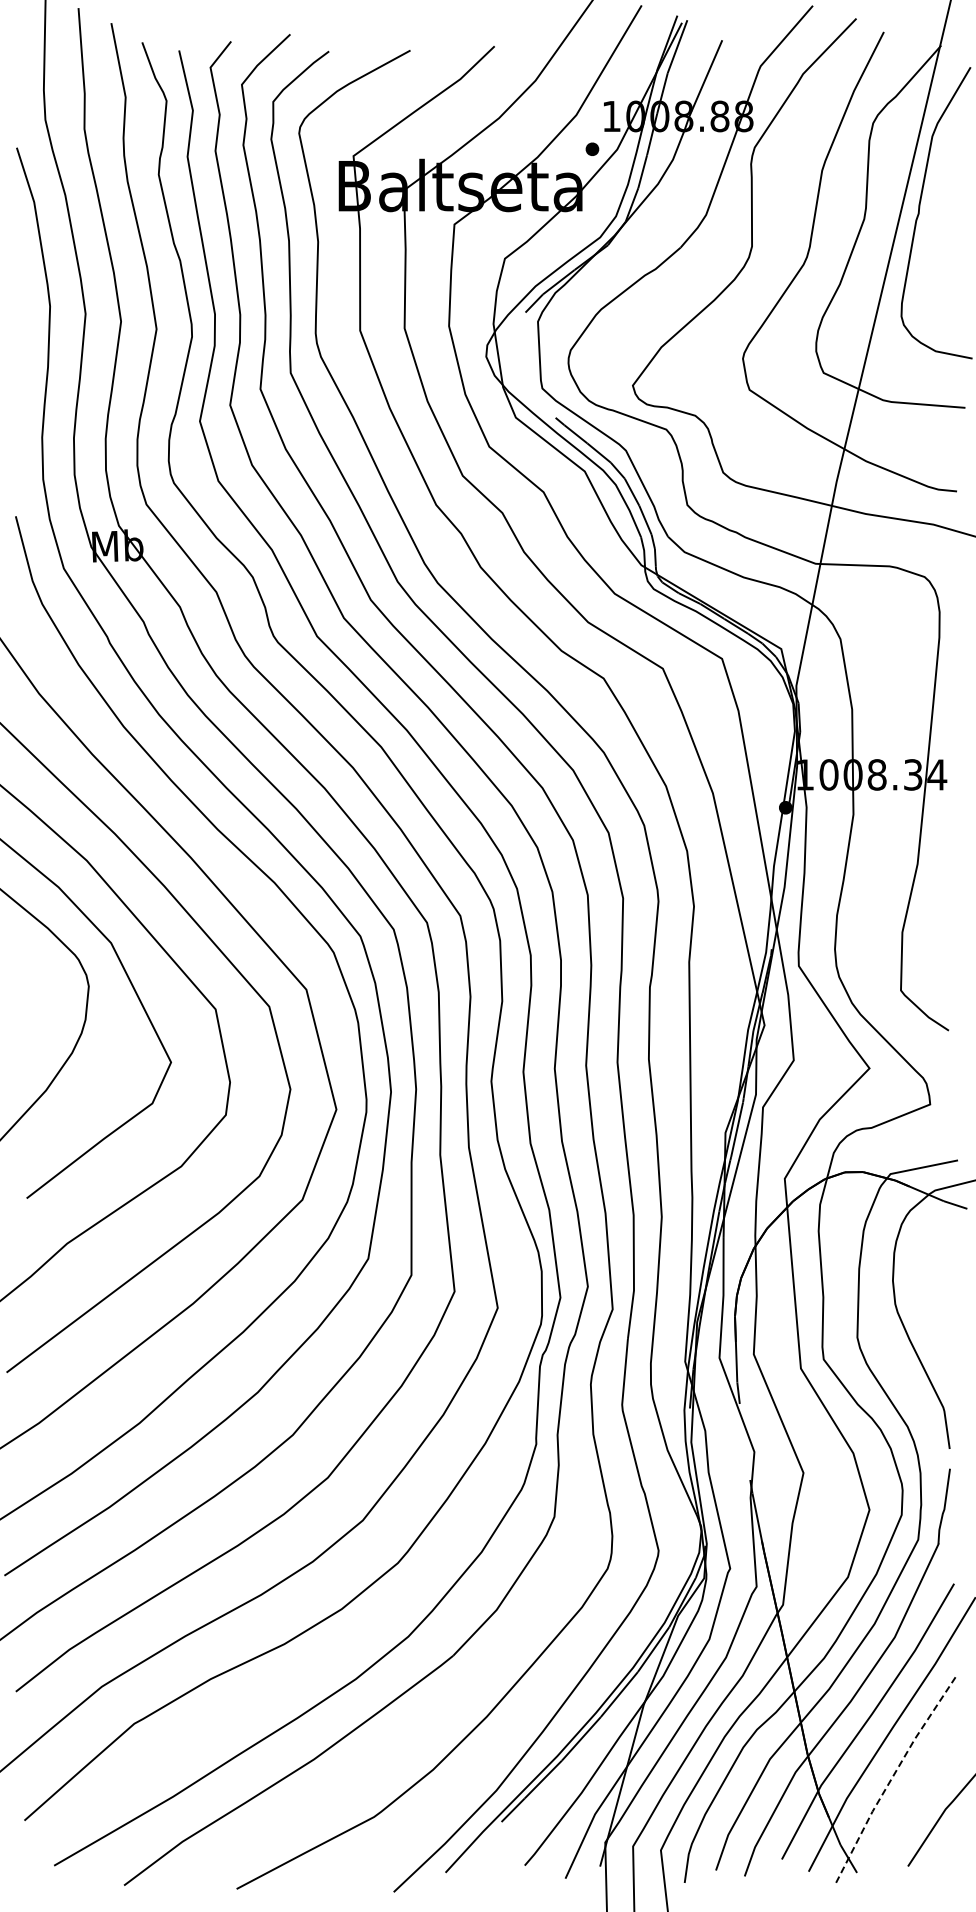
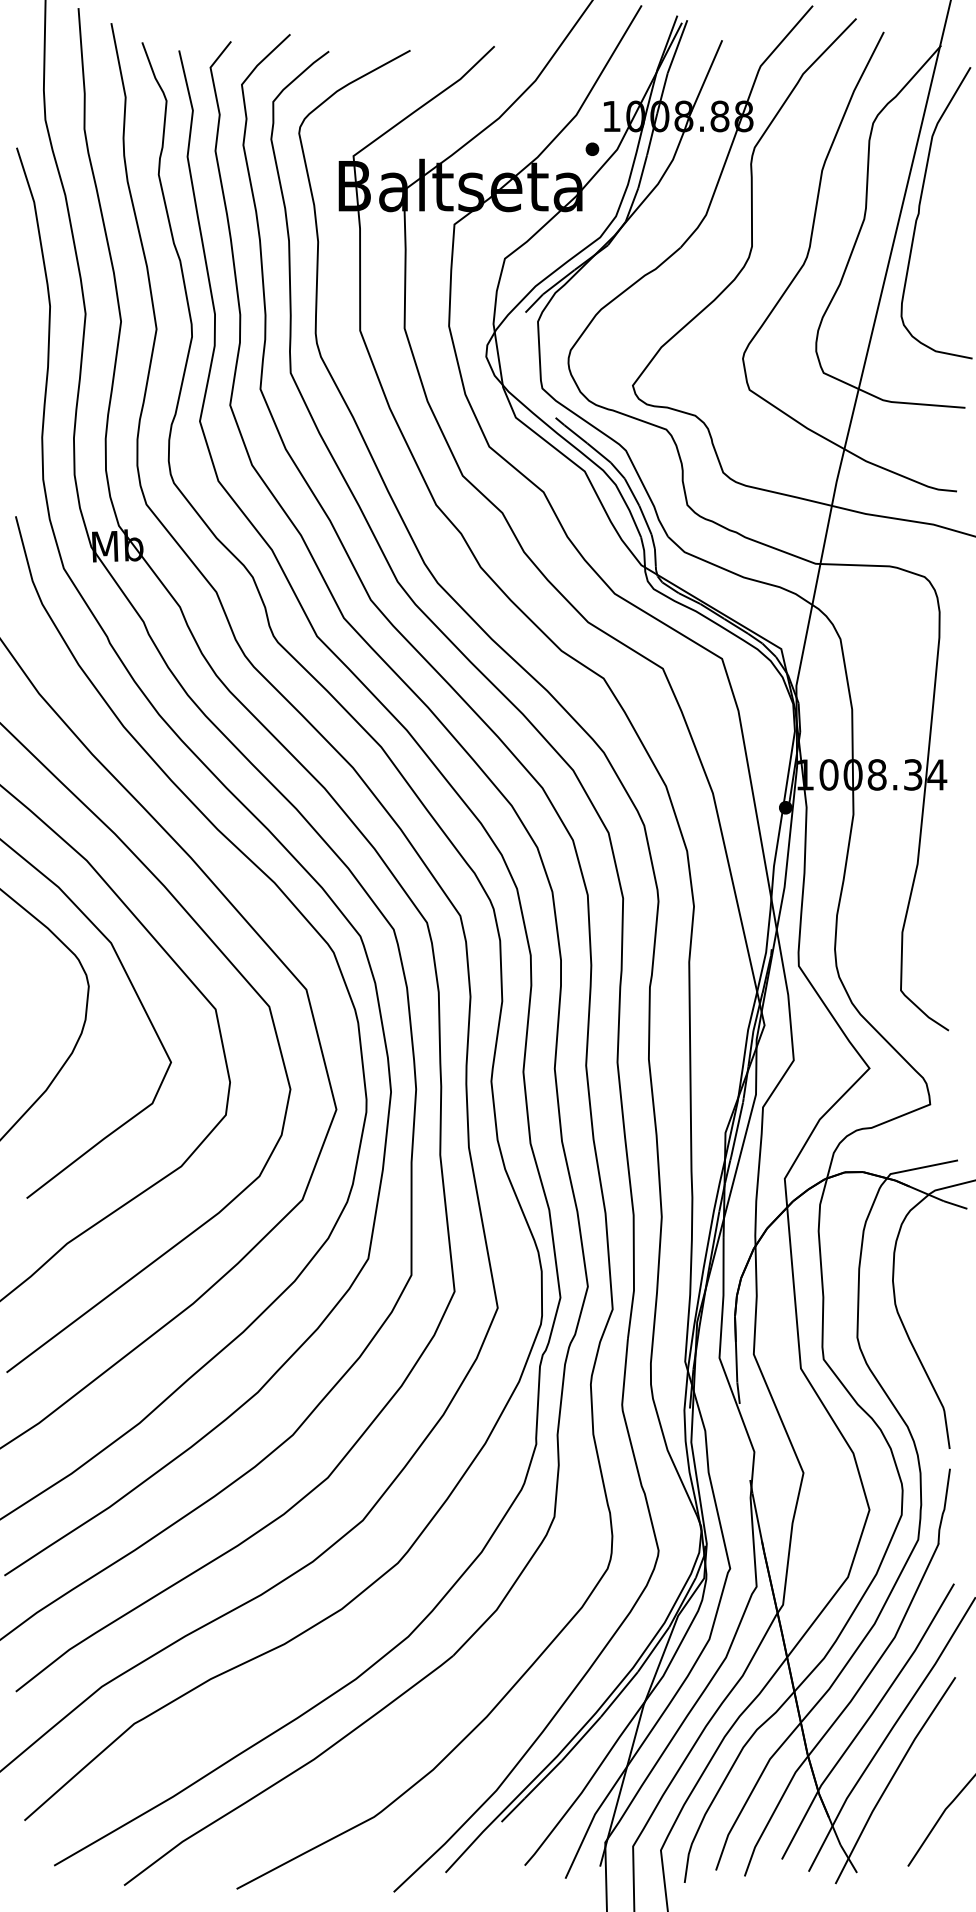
line at (891, 1779): dashed -> solid
